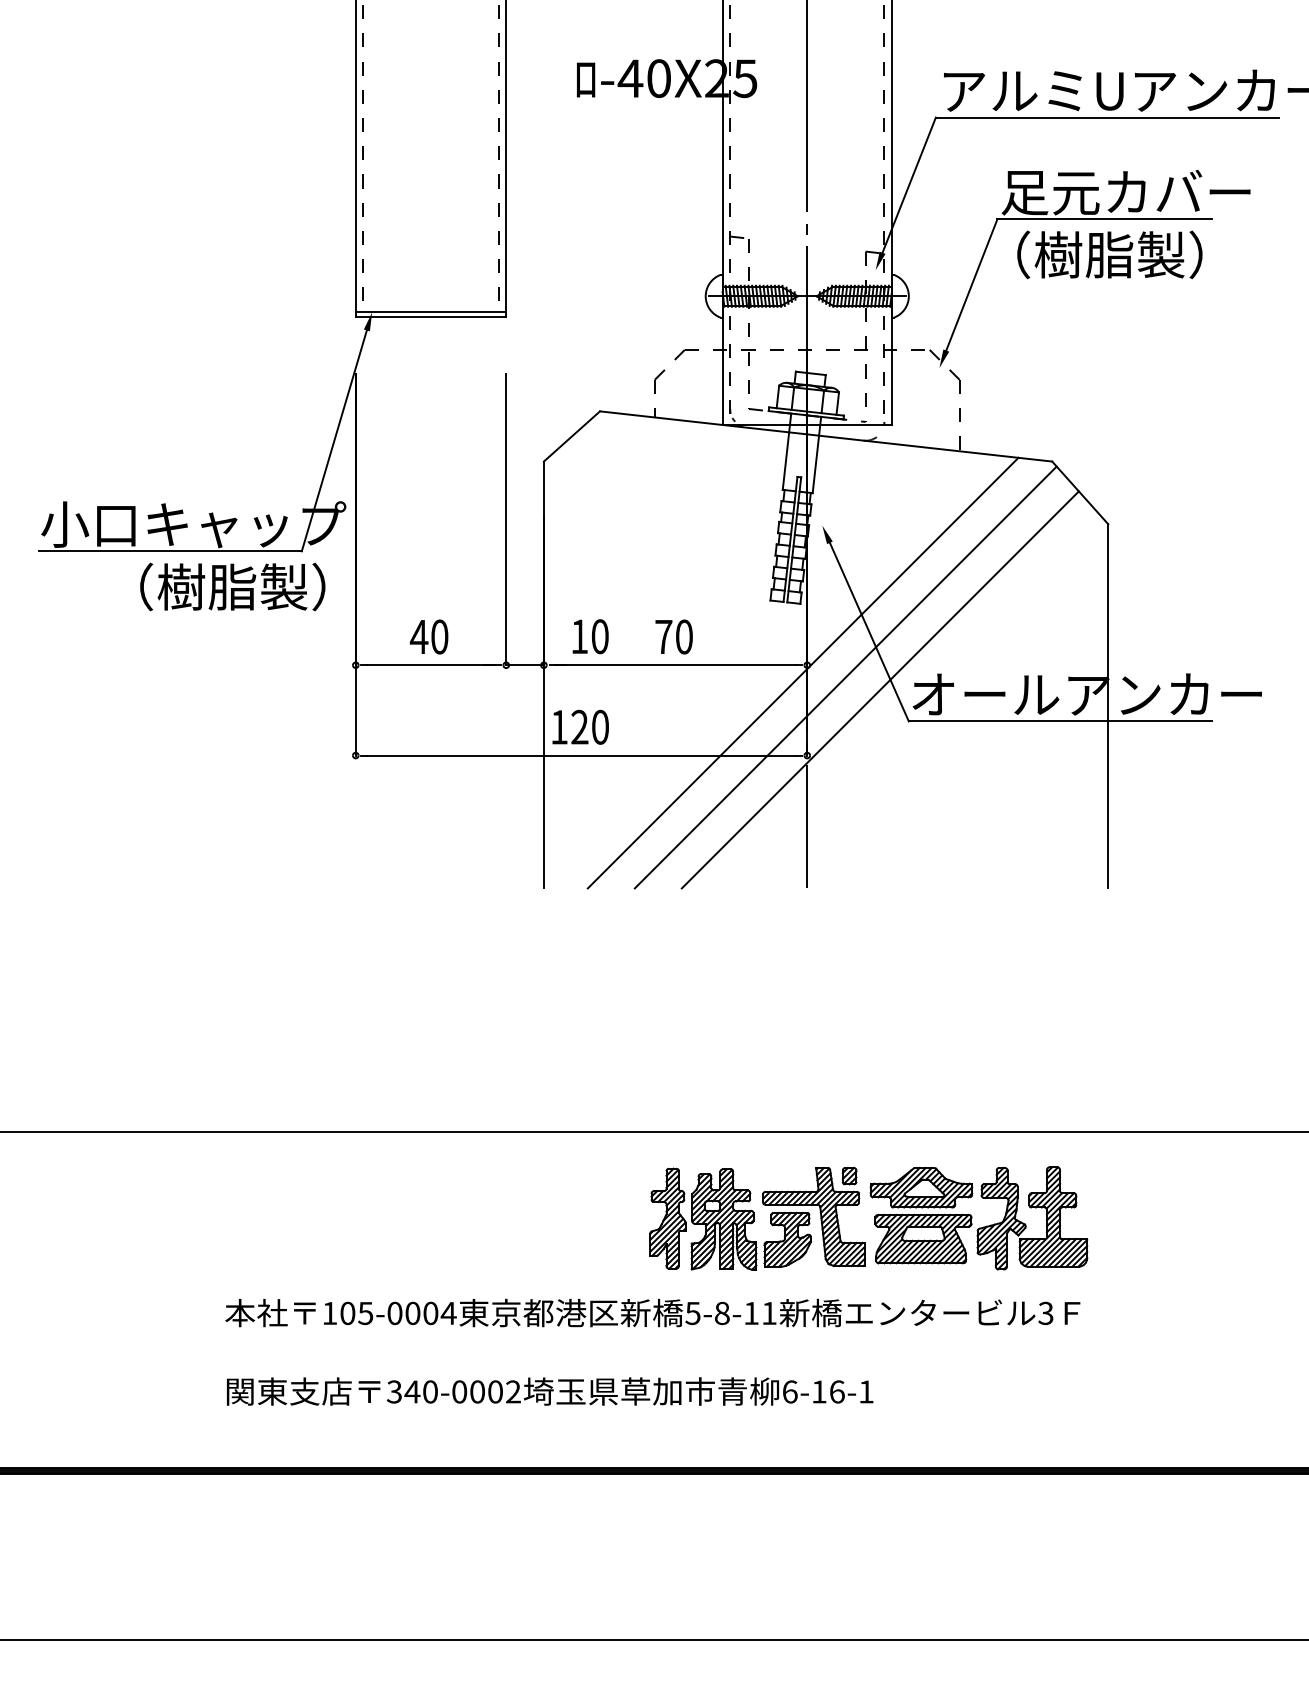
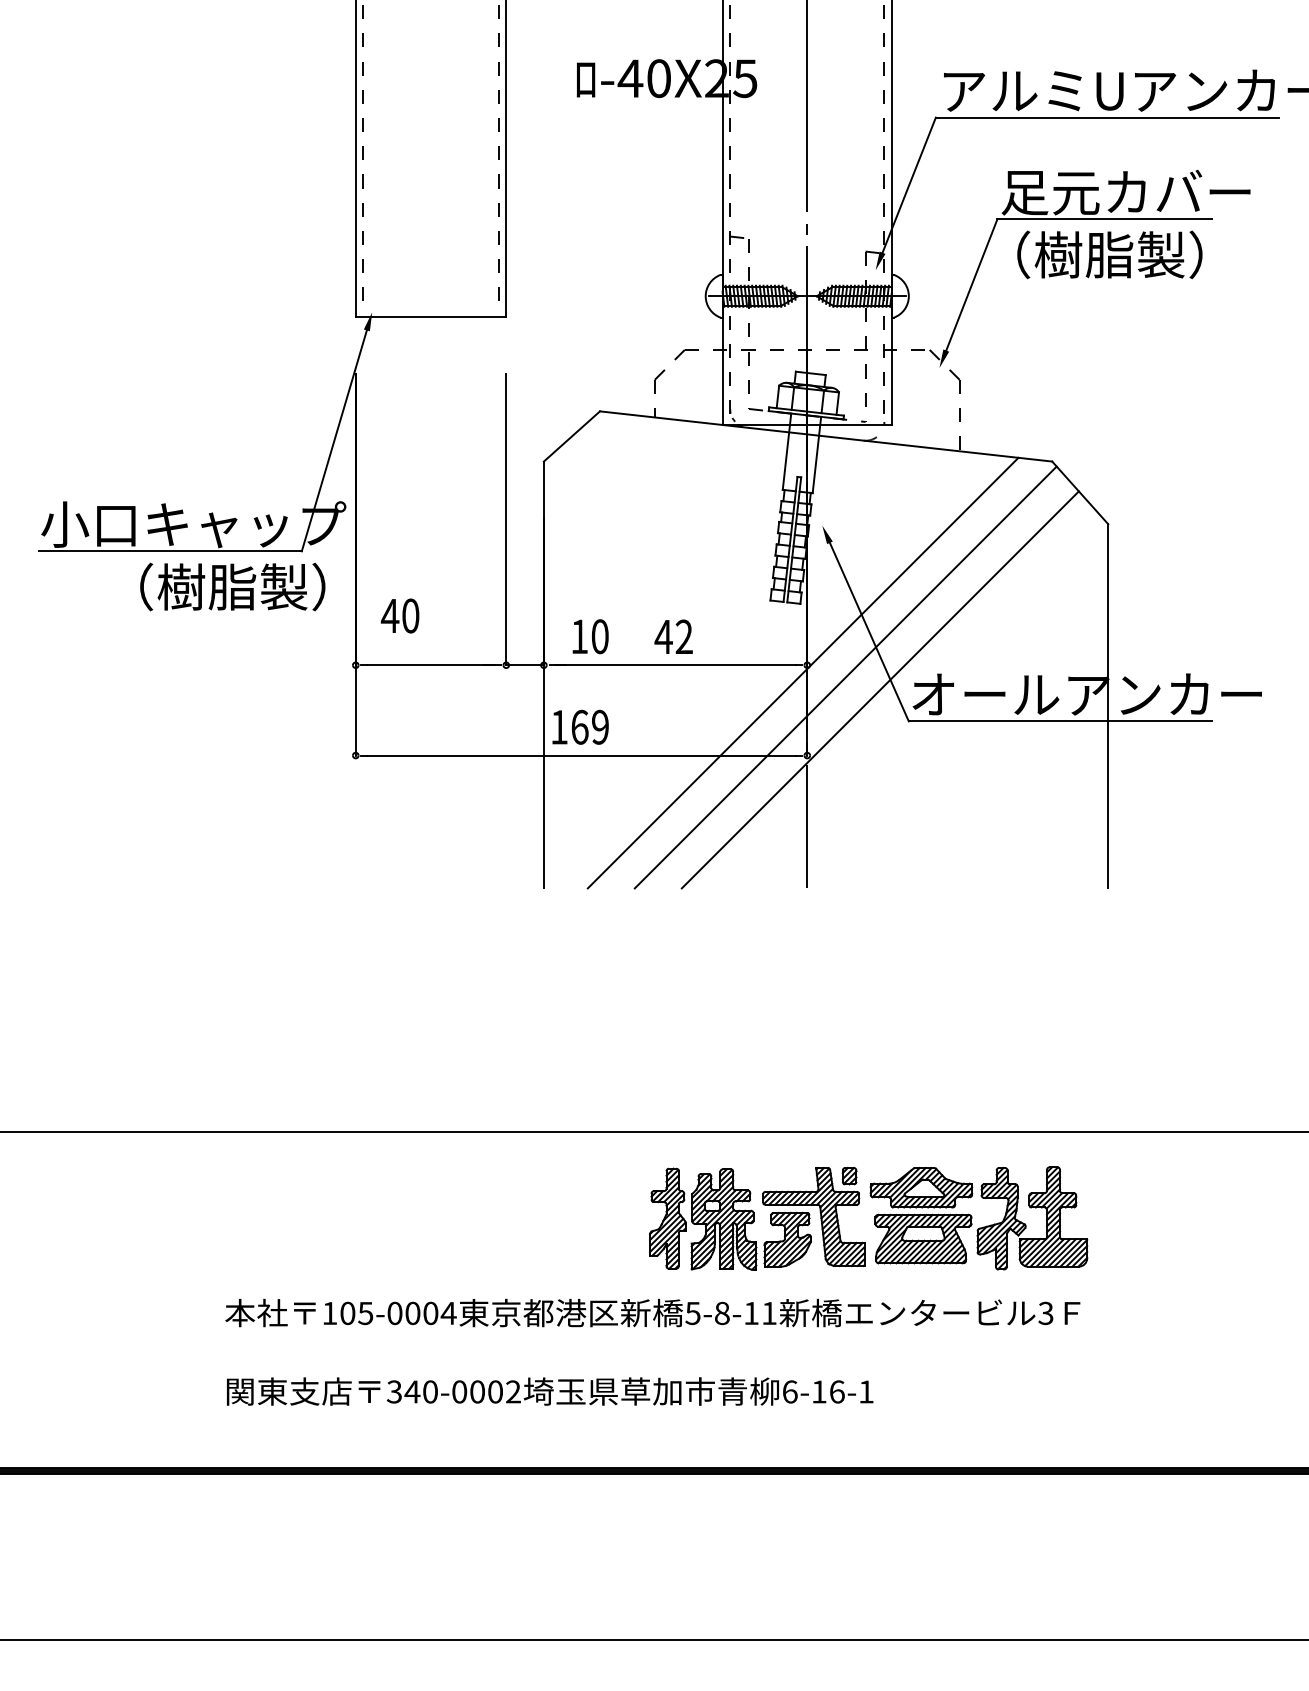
line at (430, 311): present -> none
text at (428, 636) position: (428, 636) -> (399, 615)
text at (673, 636): 70 -> 42
text at (589, 726): 120 -> 169
